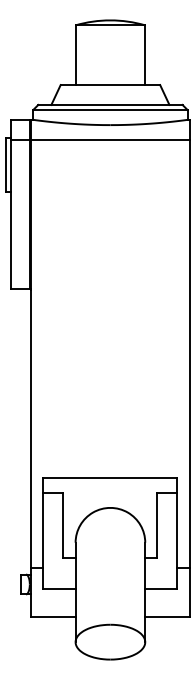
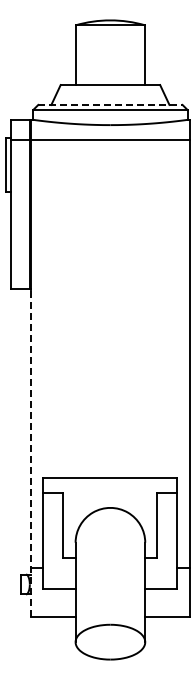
line at (110, 104): solid -> dashed
line at (30, 452): solid -> dashed
